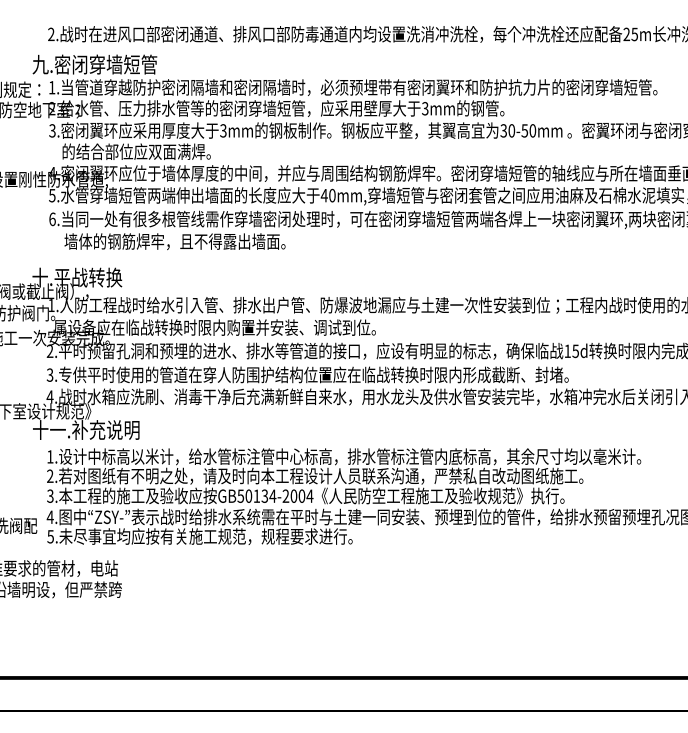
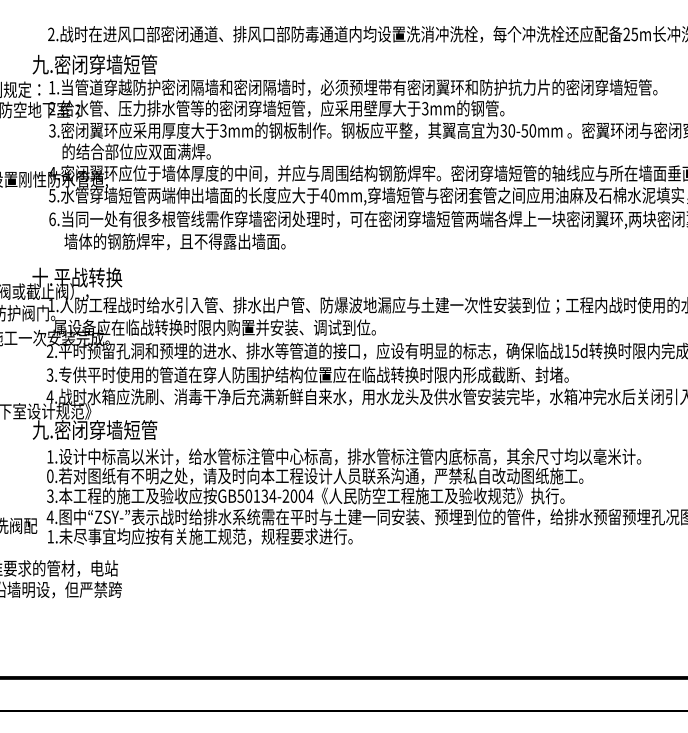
text at (94, 429): 十一.补充说明 -> 九.密闭穿墙短管
text at (50, 476): 2. -> 0.
text at (50, 536): 5. -> 1.
